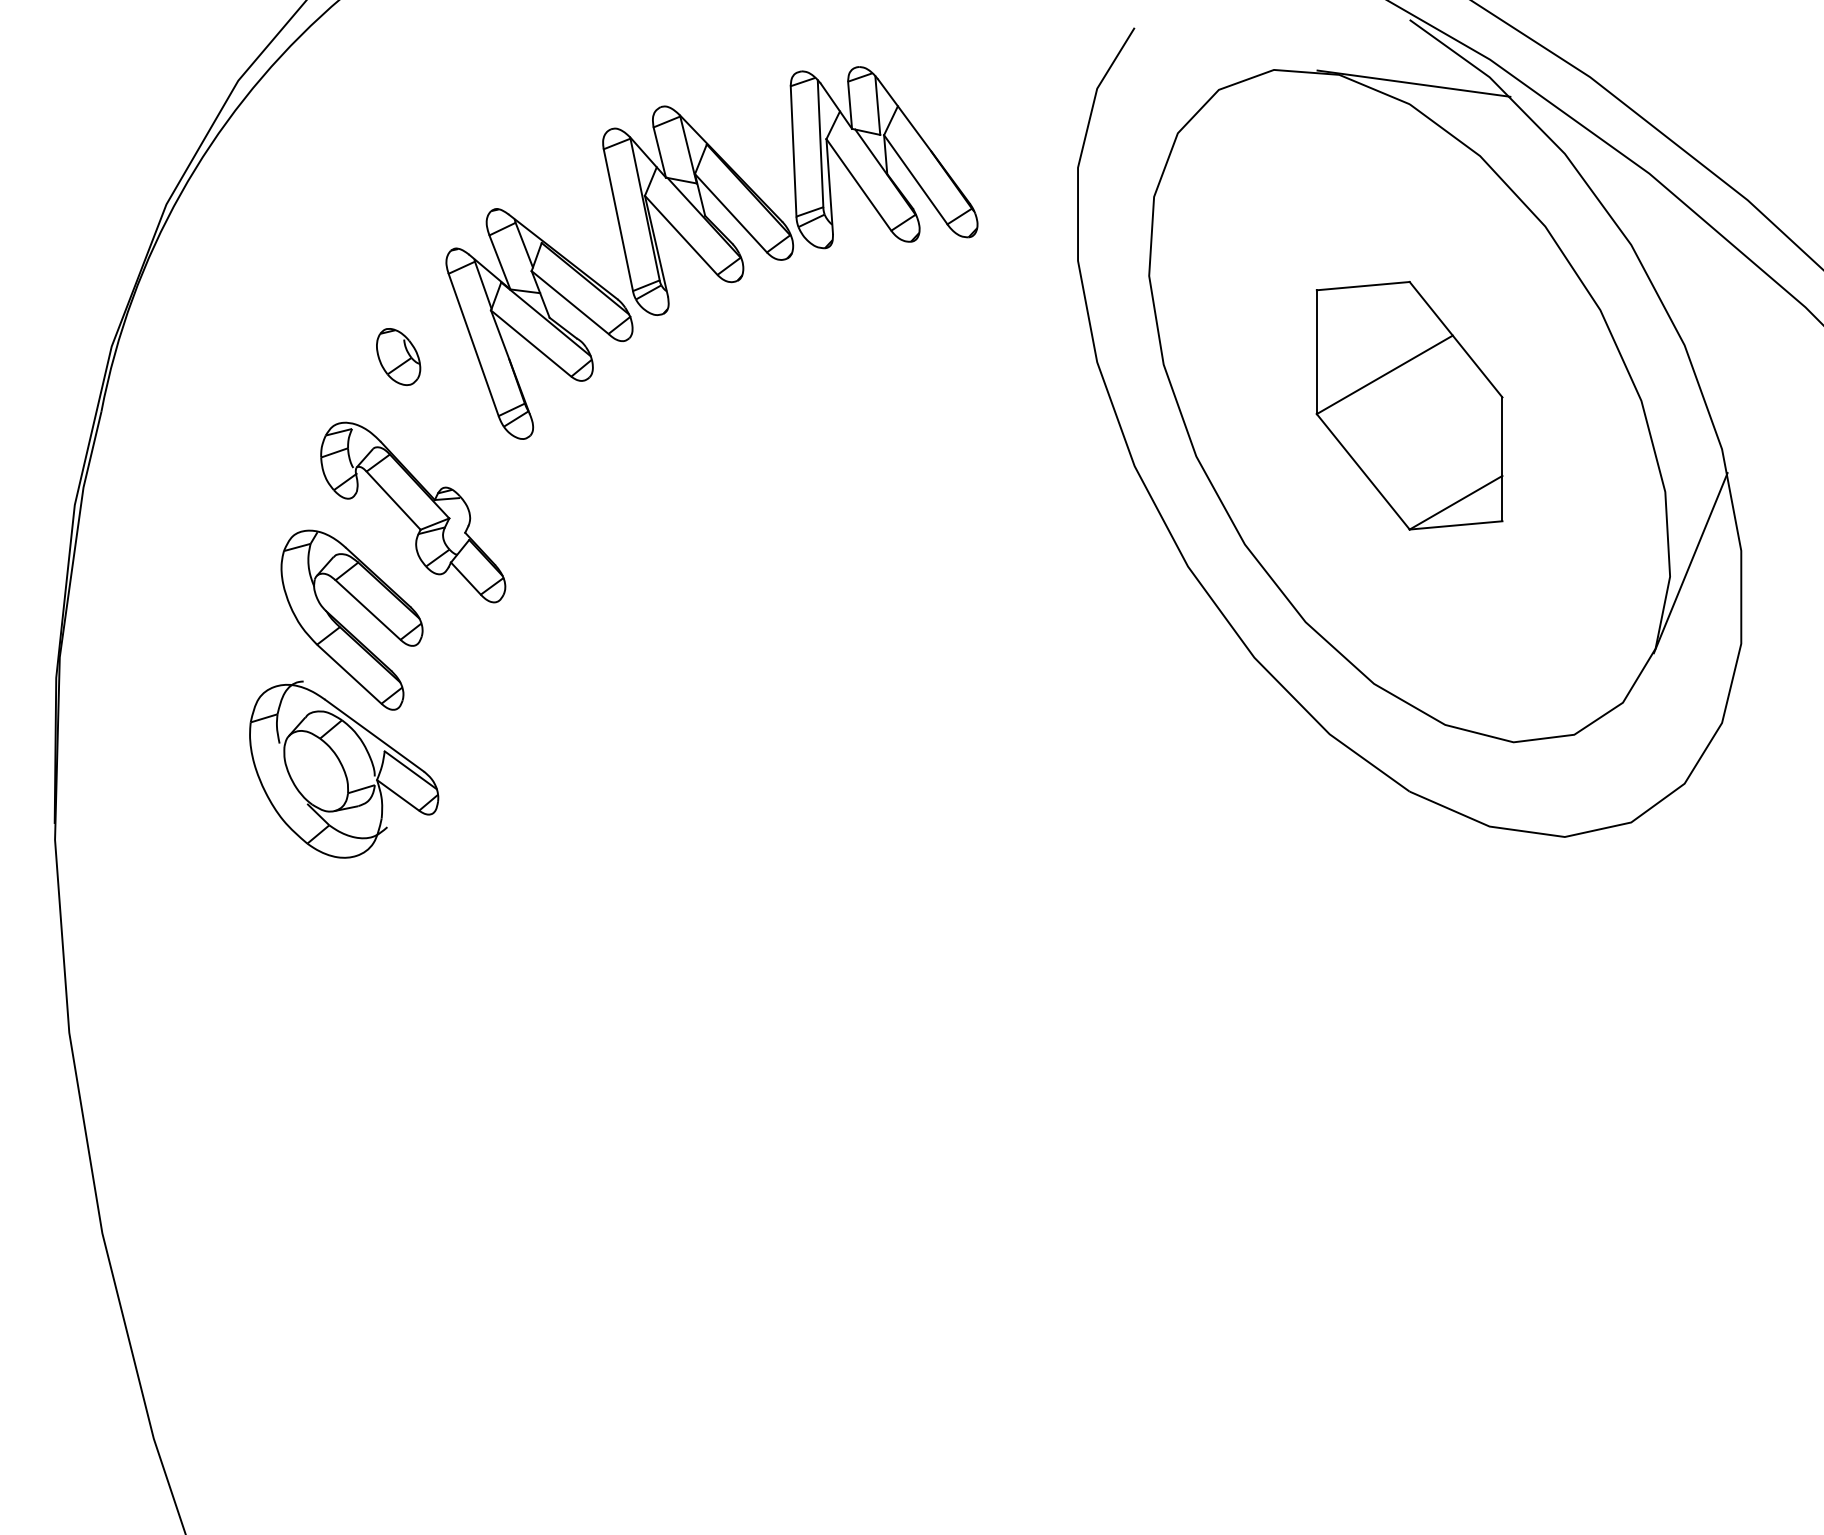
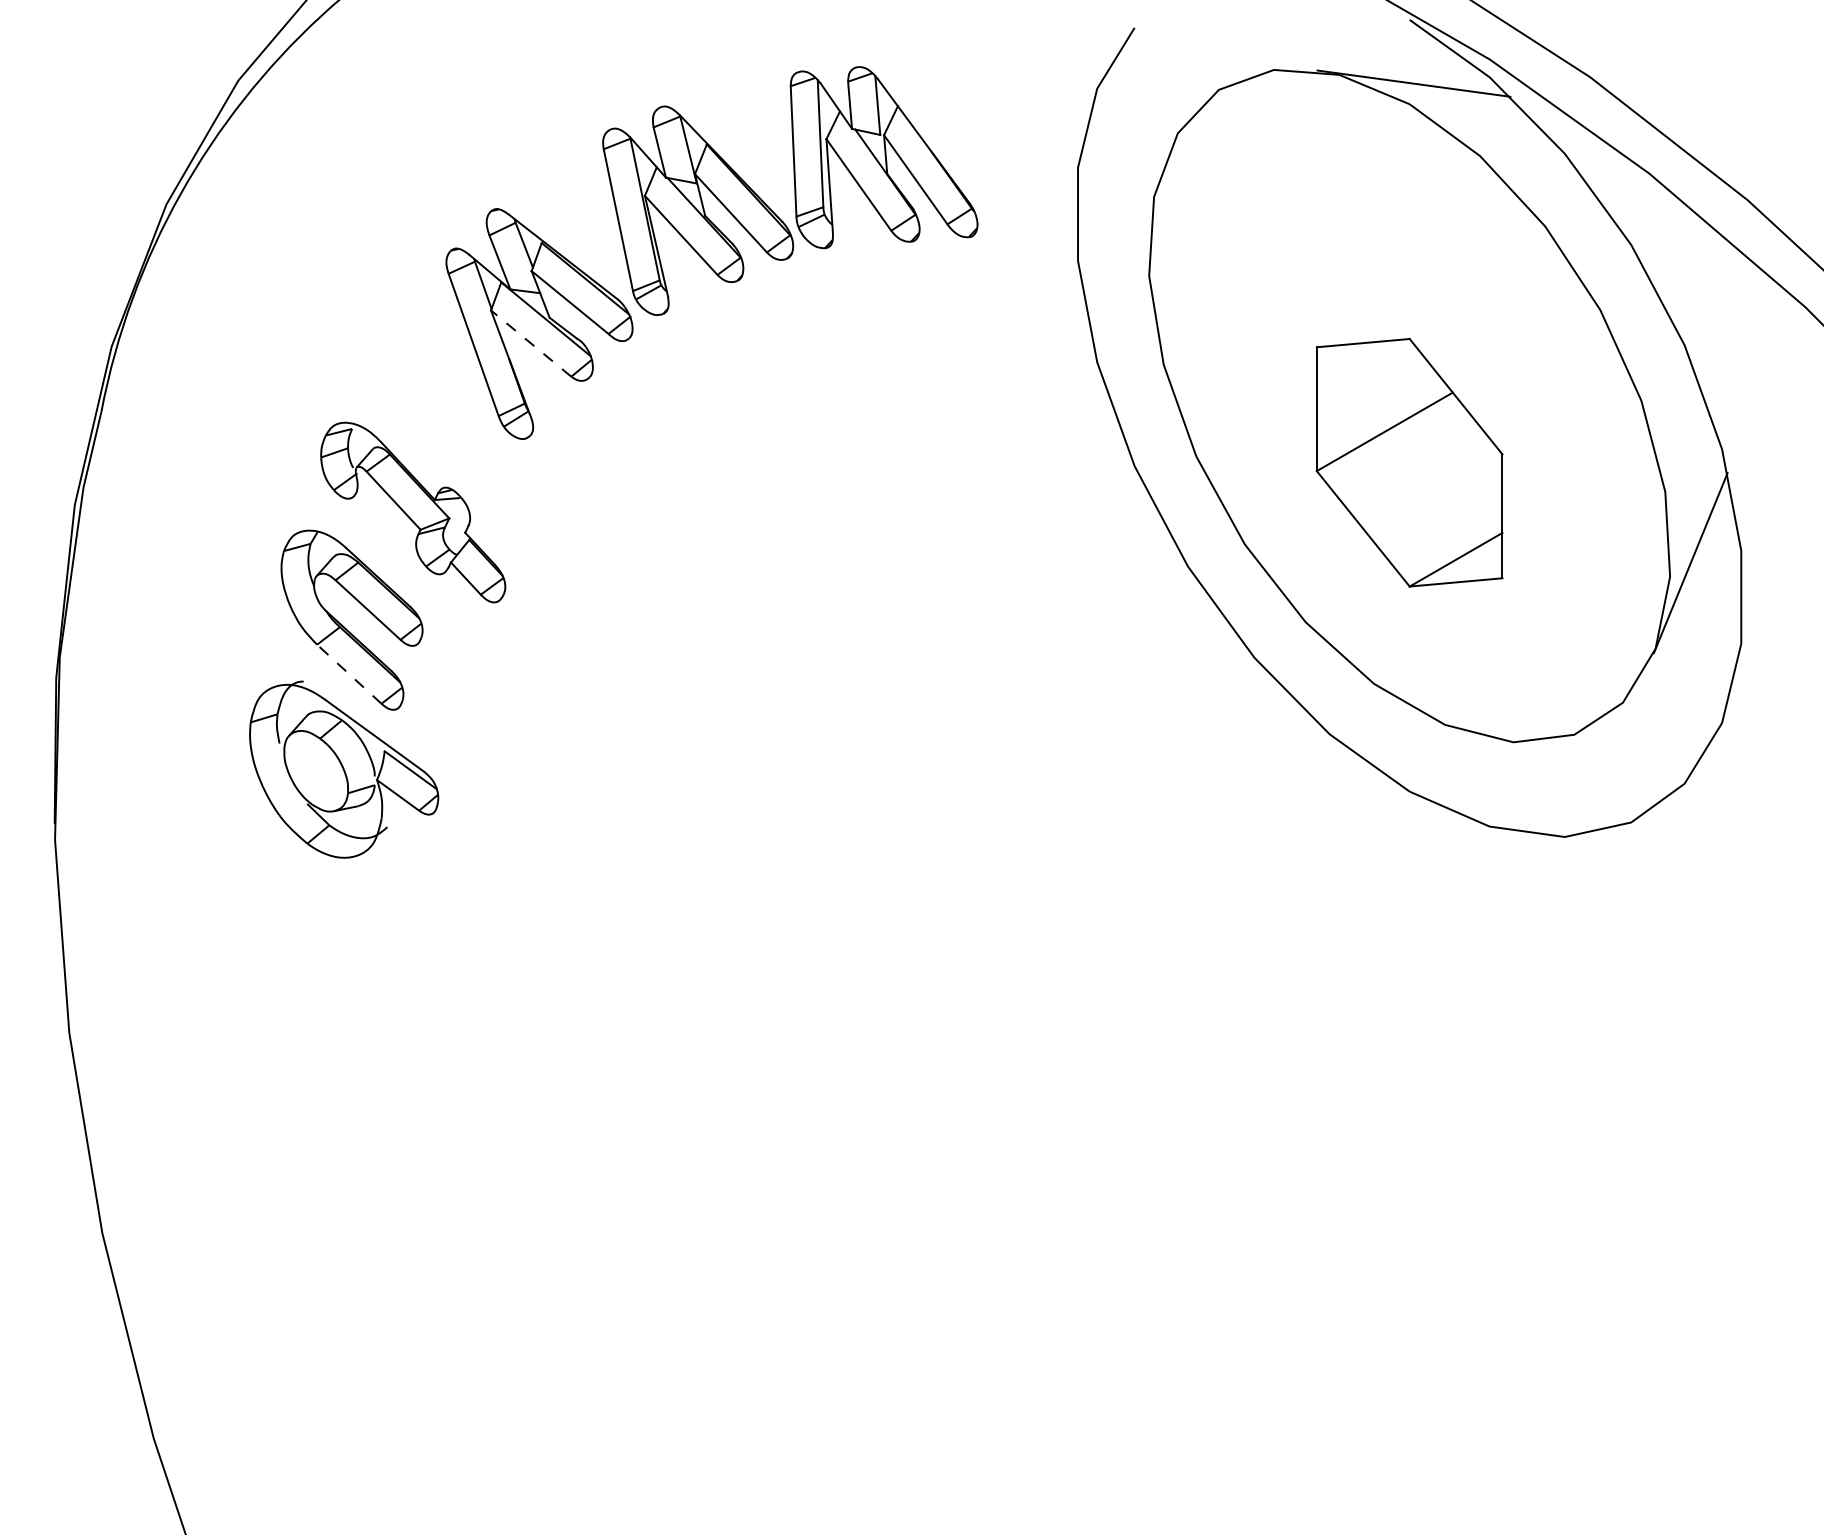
line at (530, 343): solid -> dashed
part at (398, 356): present -> none
part at (1409, 405) position: (1409, 405) -> (1409, 462)
line at (349, 674): solid -> dashed
